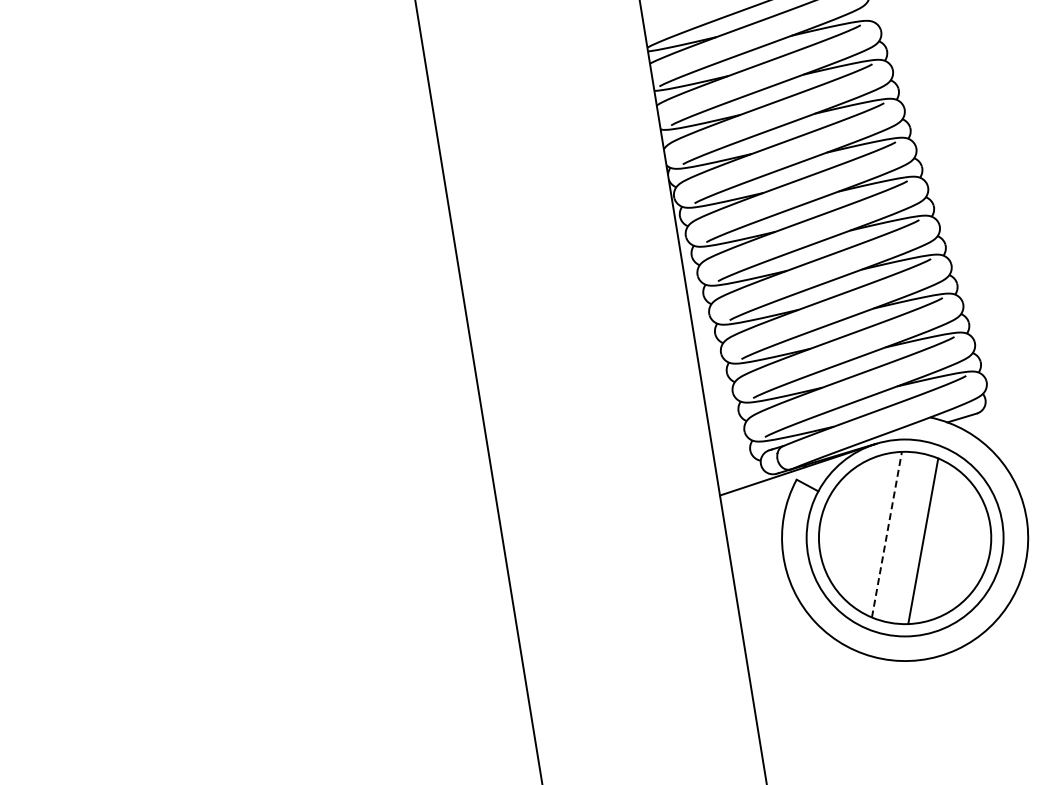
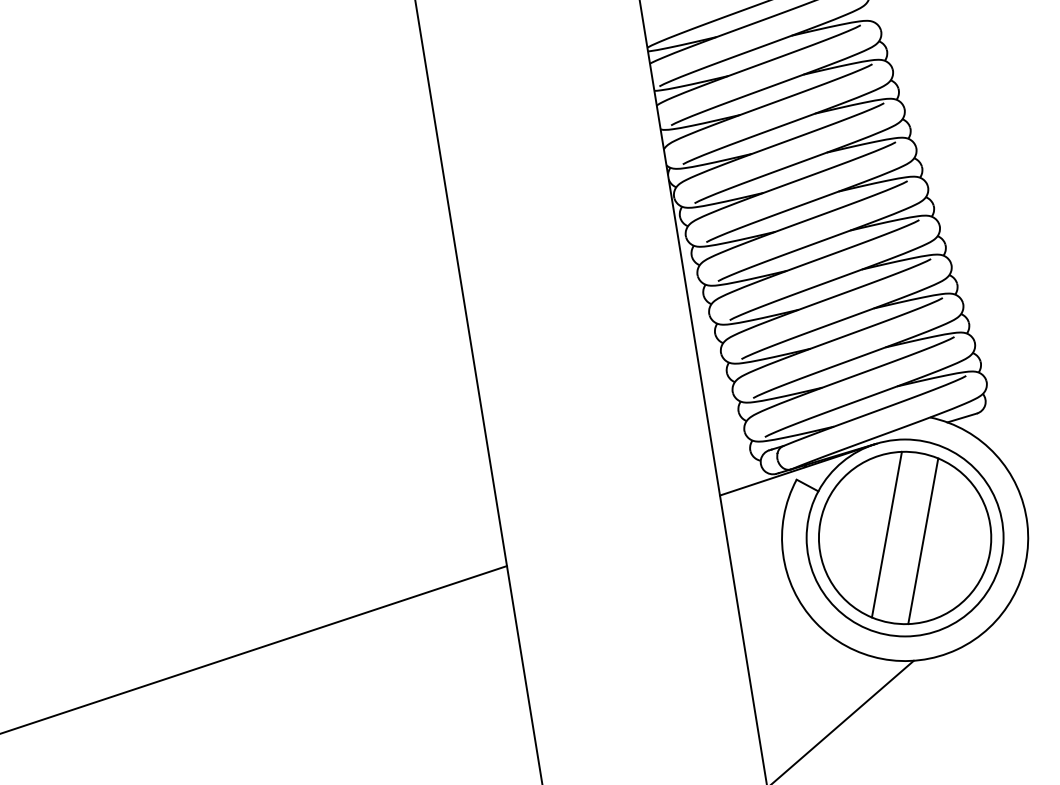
line at (887, 534): dashed -> solid
line at (254, 649): none -> present
line at (843, 720): none -> present
